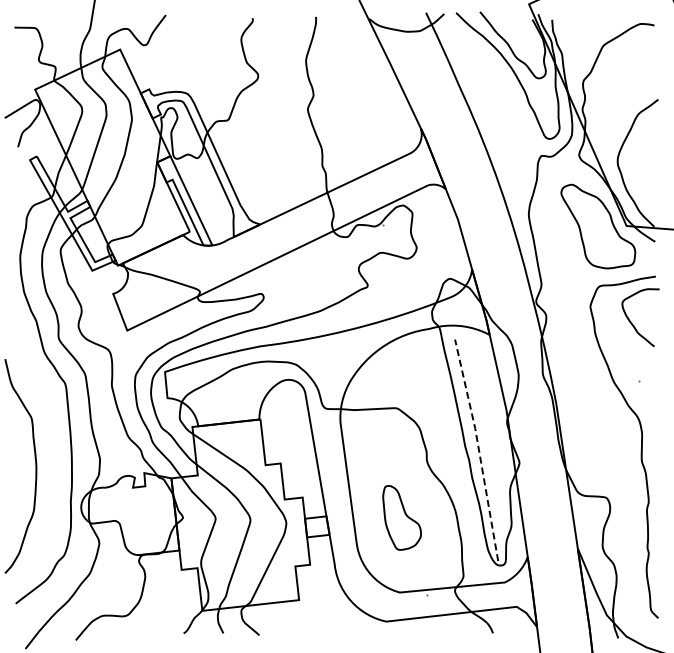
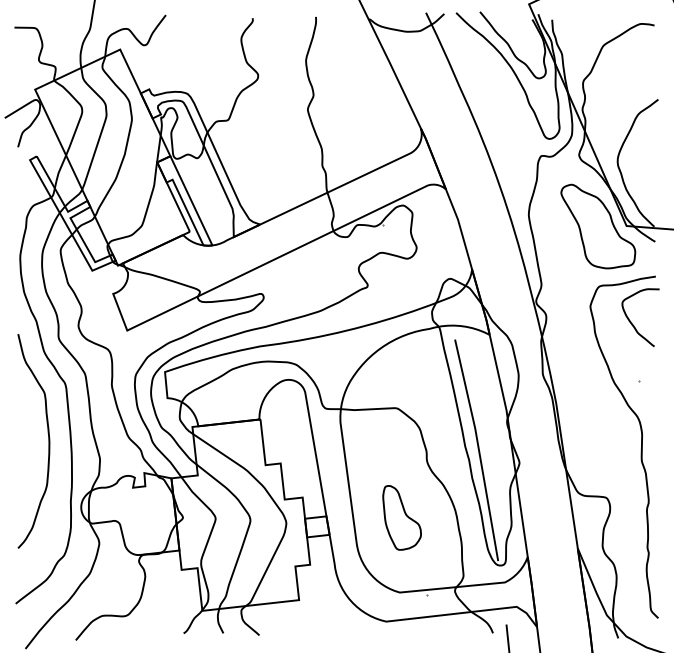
line at (478, 449): dashed -> solid
curve at (35, 466) position: (35, 466) -> (48, 441)
line at (507, 637): none -> present
